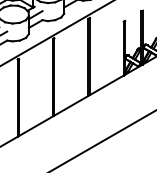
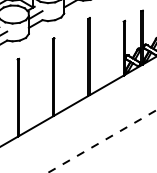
line at (56, 33): present -> none
line at (102, 141): solid -> dashed
